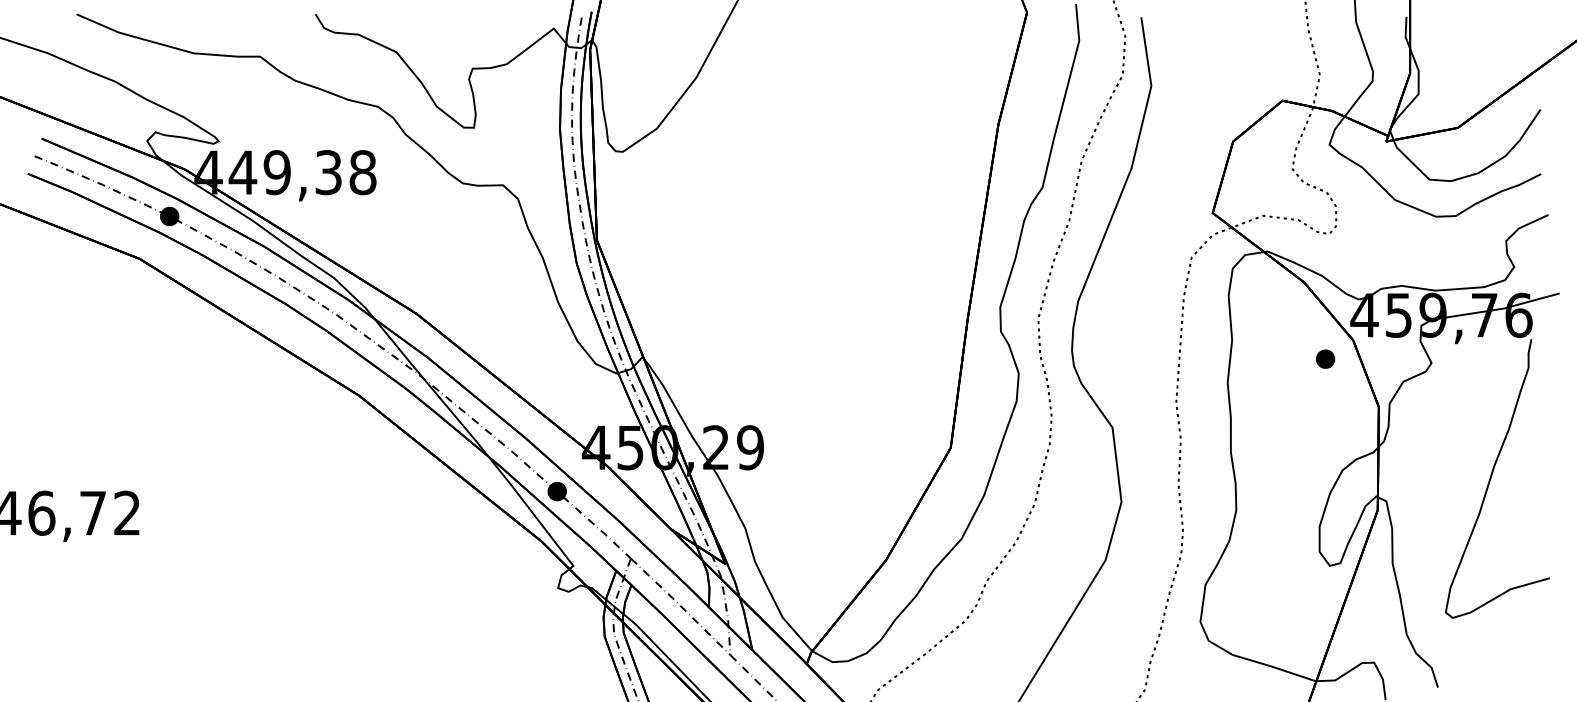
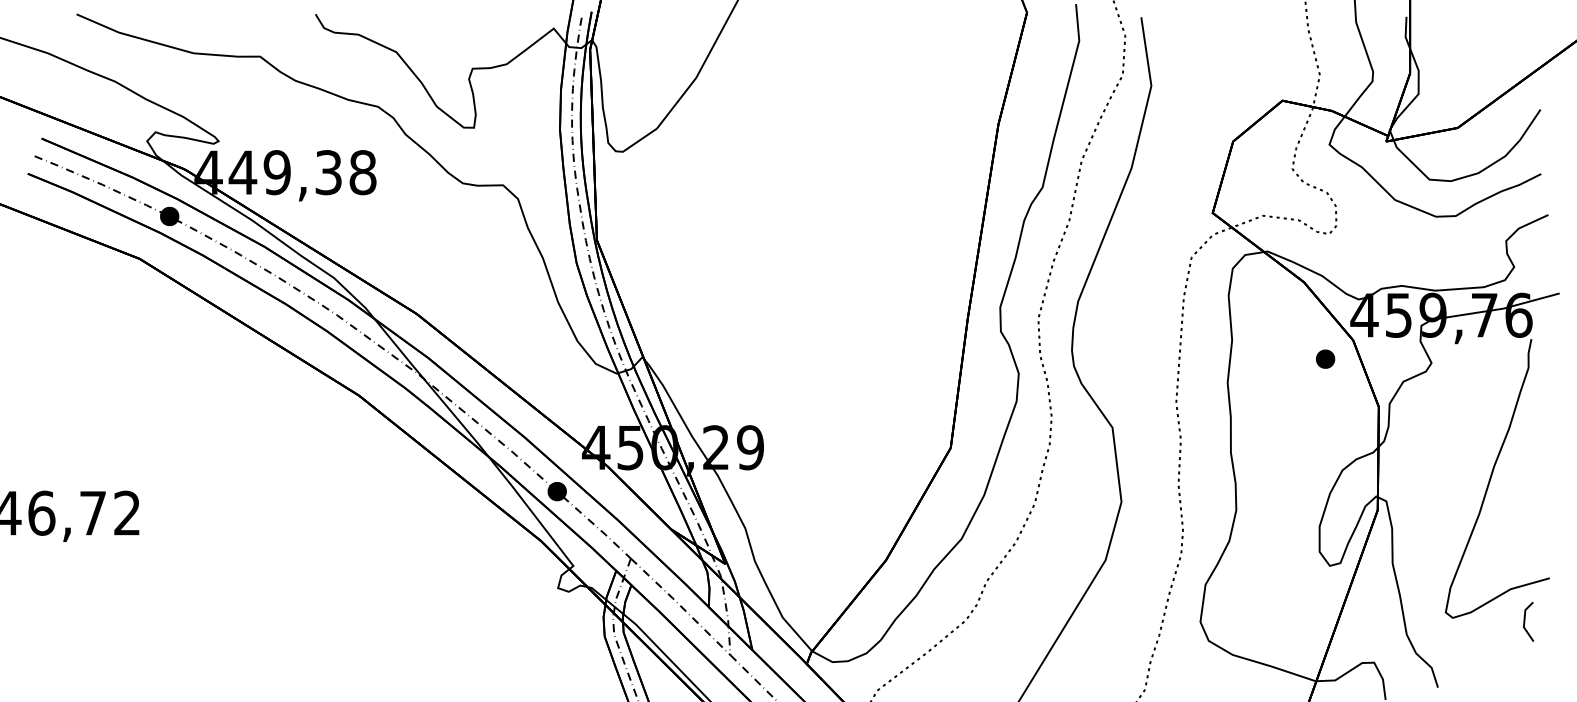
line at (1525, 621): none -> present
